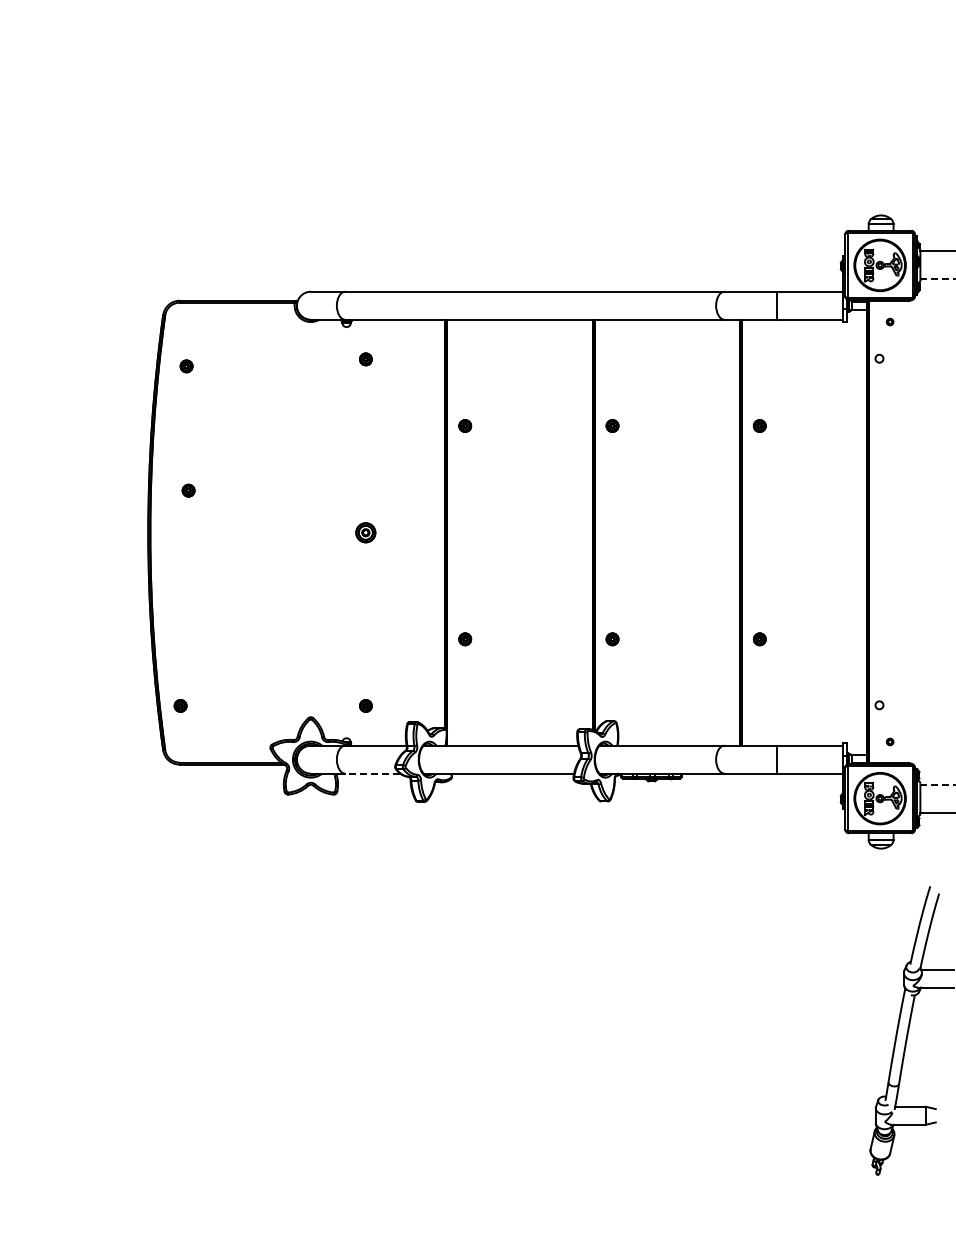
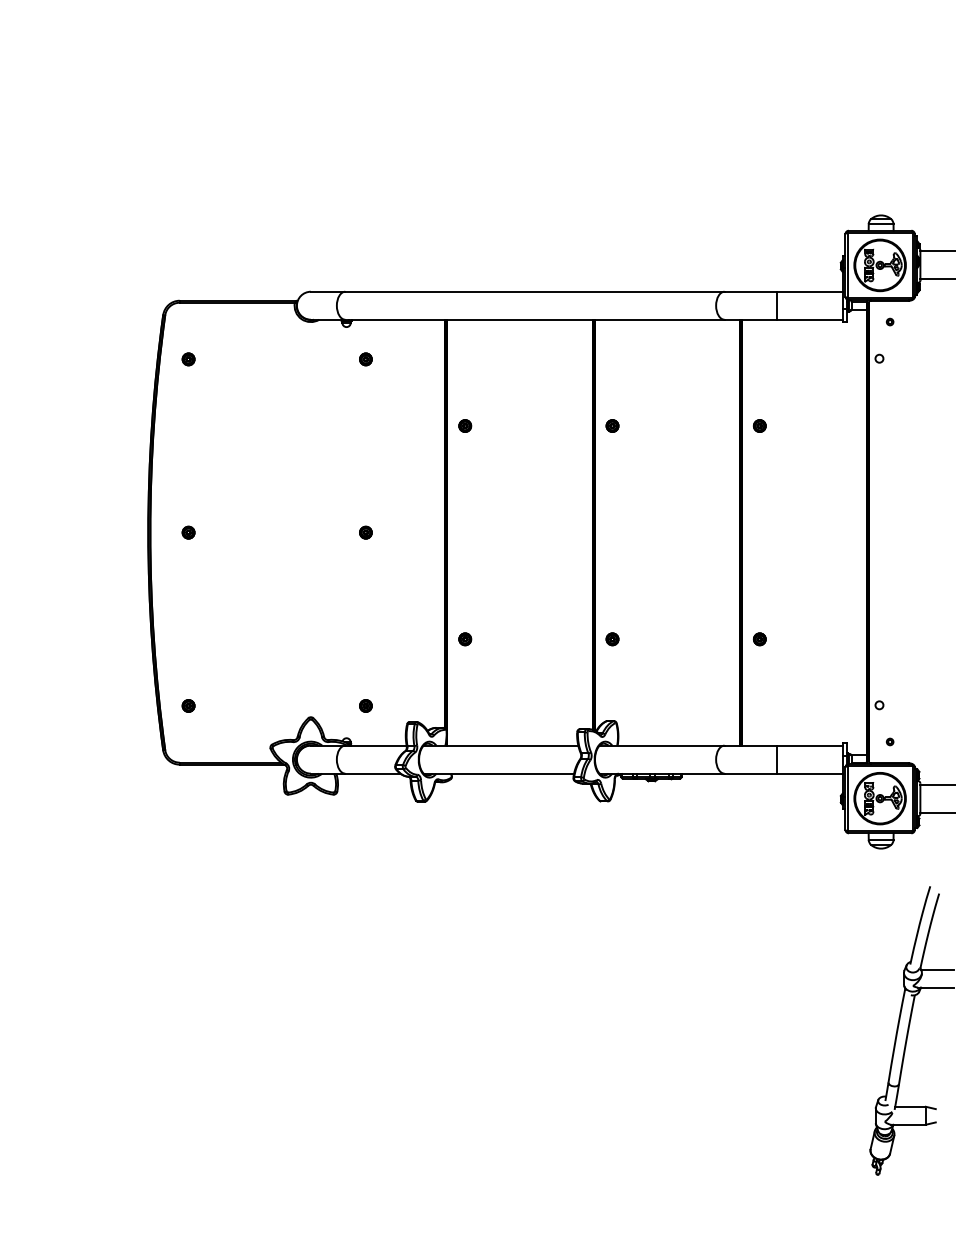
line at (938, 279): dashed -> solid
part at (186, 366) position: (186, 366) -> (188, 359)
part at (188, 490) position: (188, 490) -> (188, 532)
part at (365, 532) size: 22x22 px -> 14x15 px
part at (180, 705) position: (180, 705) -> (188, 705)
line at (372, 773): dashed -> solid
line at (938, 784): dashed -> solid
